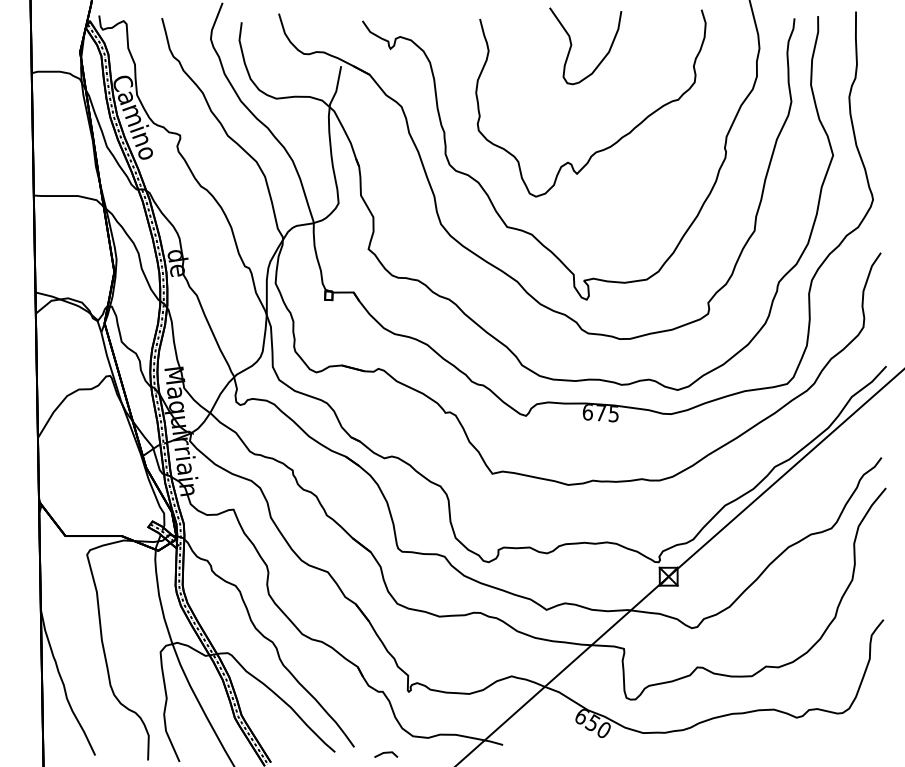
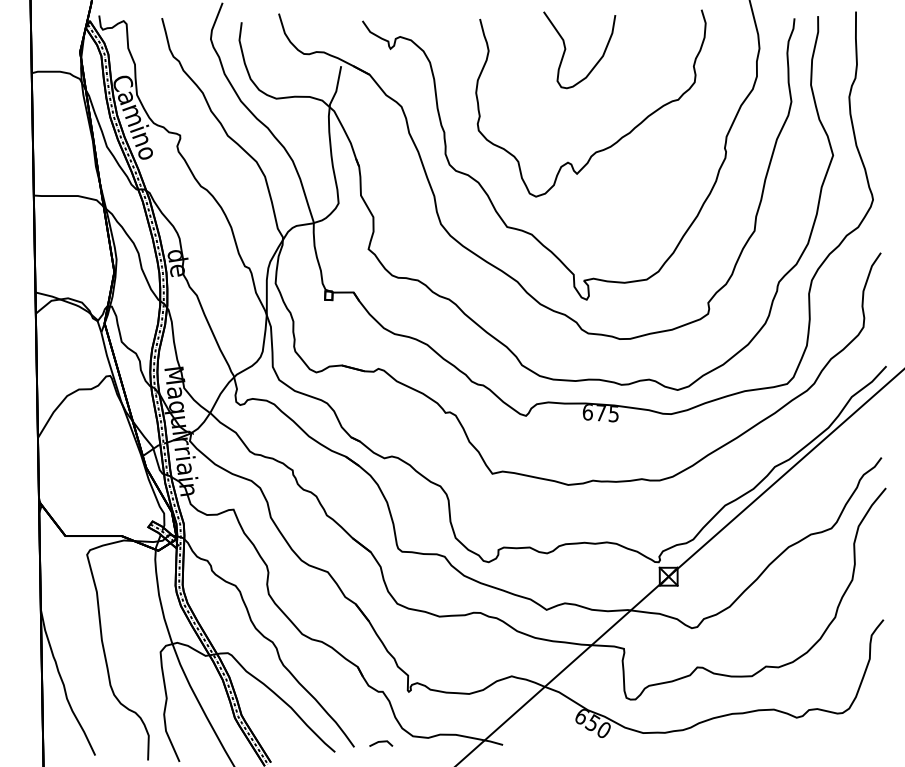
curve at (572, 45) position: (572, 45) -> (566, 49)
line at (386, 753) position: (386, 753) -> (381, 742)
